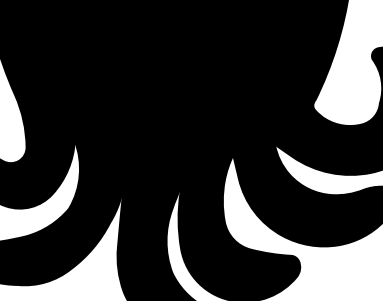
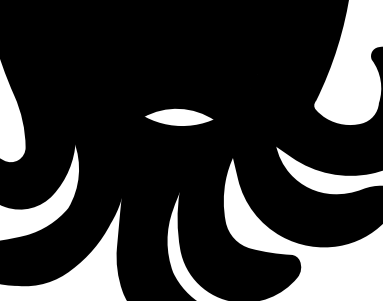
fill at (178, 116): present -> none
